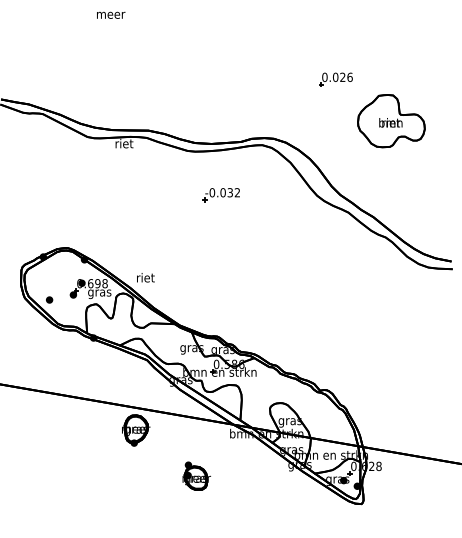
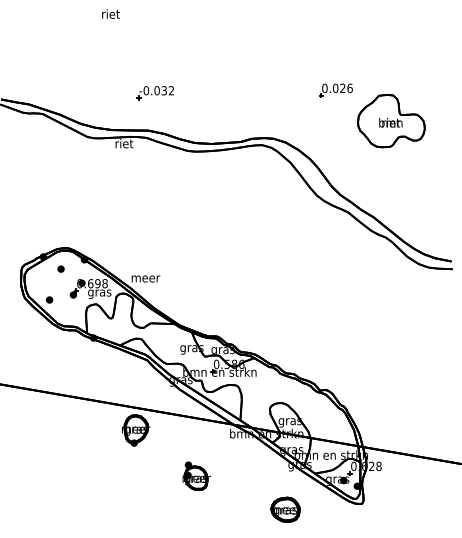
text at (111, 13): meer -> riet
part at (335, 79) position: (335, 79) -> (335, 90)
part at (220, 195) position: (220, 195) -> (154, 93)
part at (60, 268): none -> present
text at (145, 277): riet -> meer
part at (285, 509): none -> present
